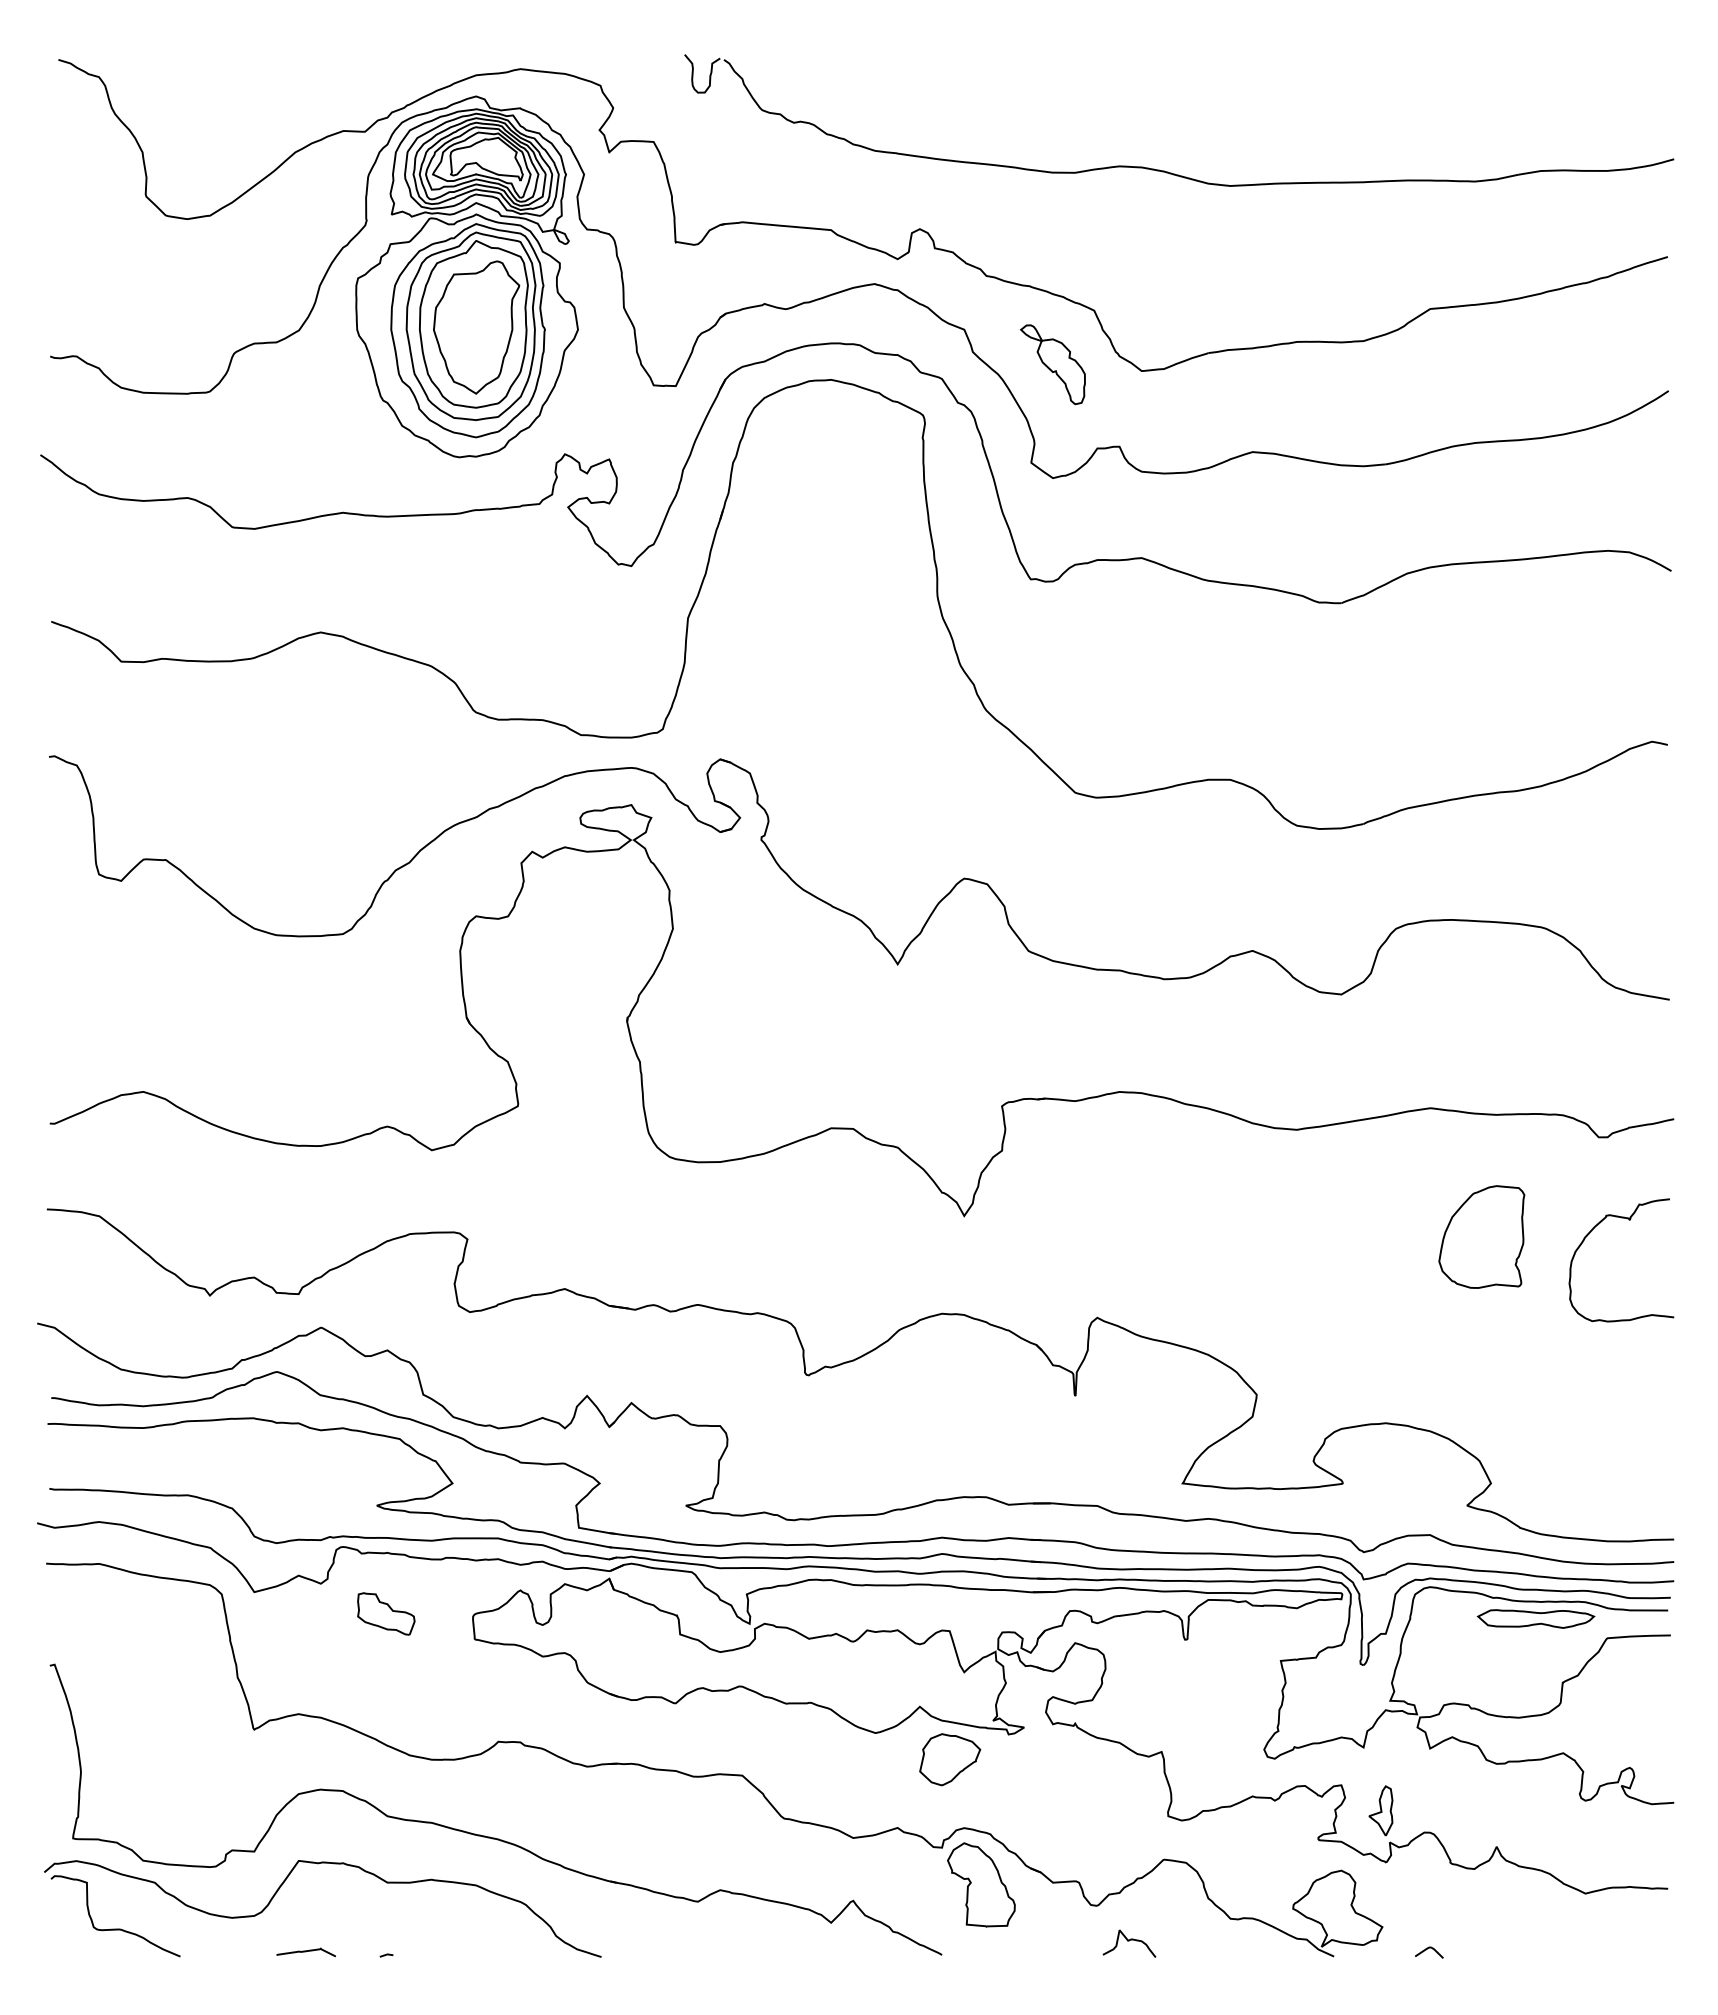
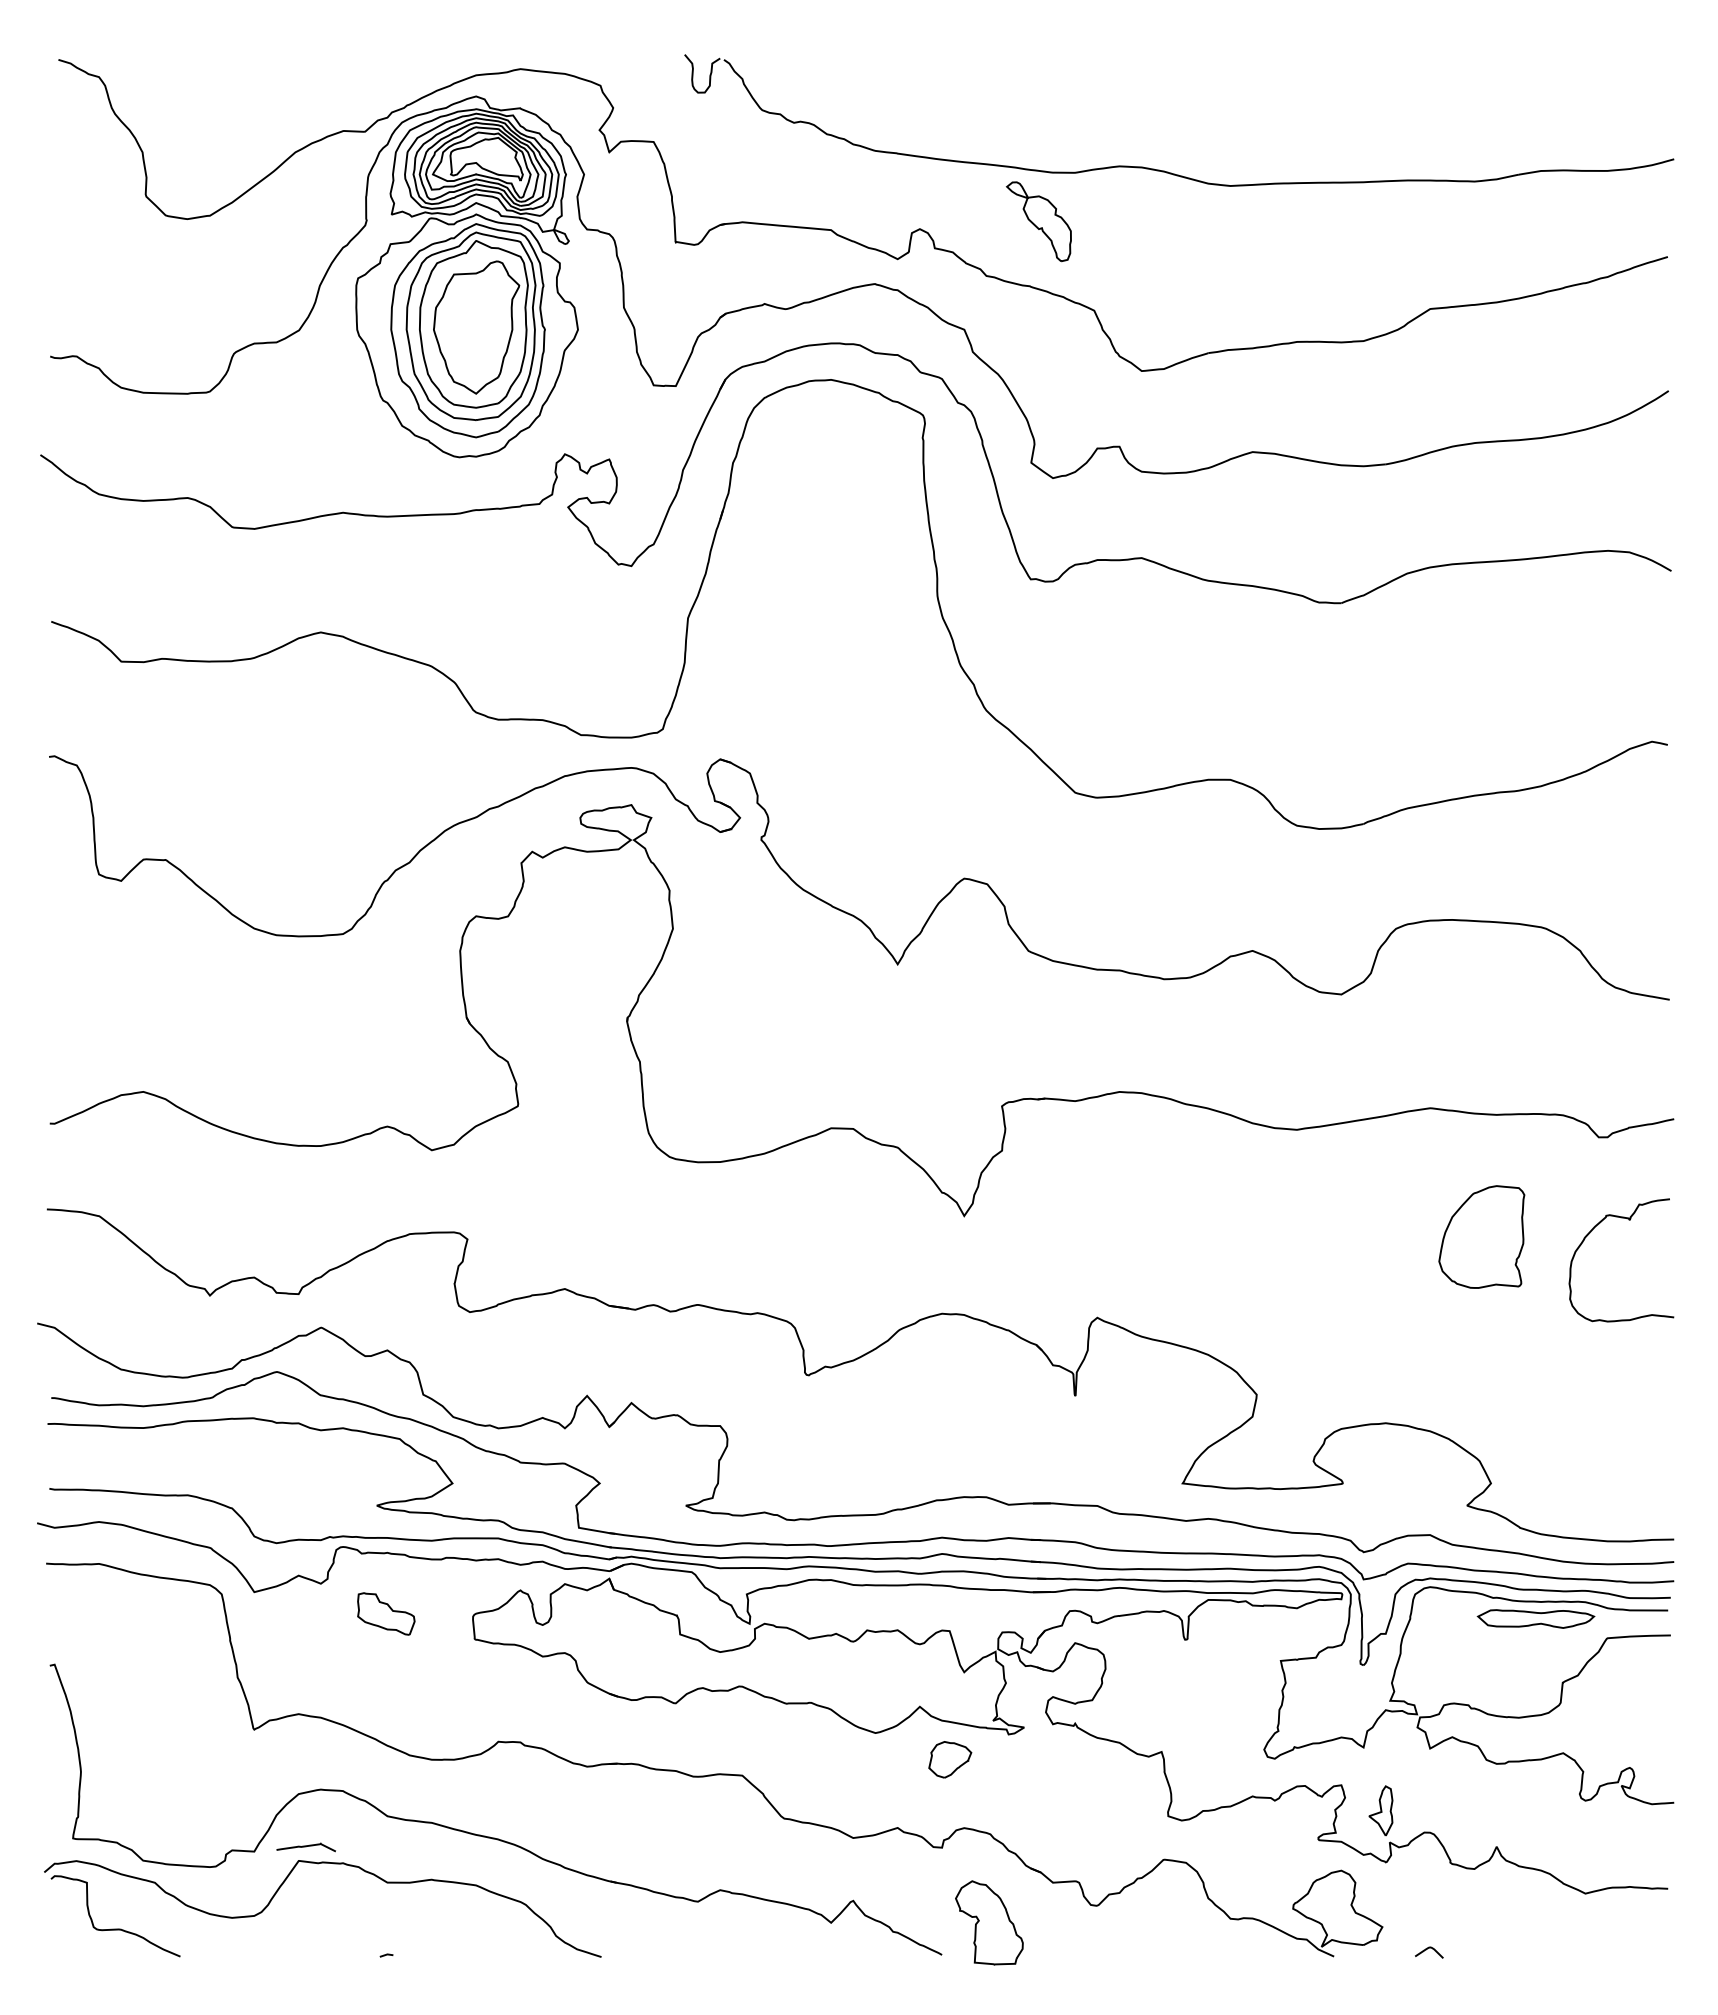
part at (1052, 364) position: (1052, 364) -> (1038, 221)
part at (950, 1759) size: 63x54 px -> 45x38 px
part at (981, 1884) position: (981, 1884) -> (989, 1922)
curve at (1129, 1941): present -> none
curve at (305, 1952) position: (305, 1952) -> (305, 1847)
